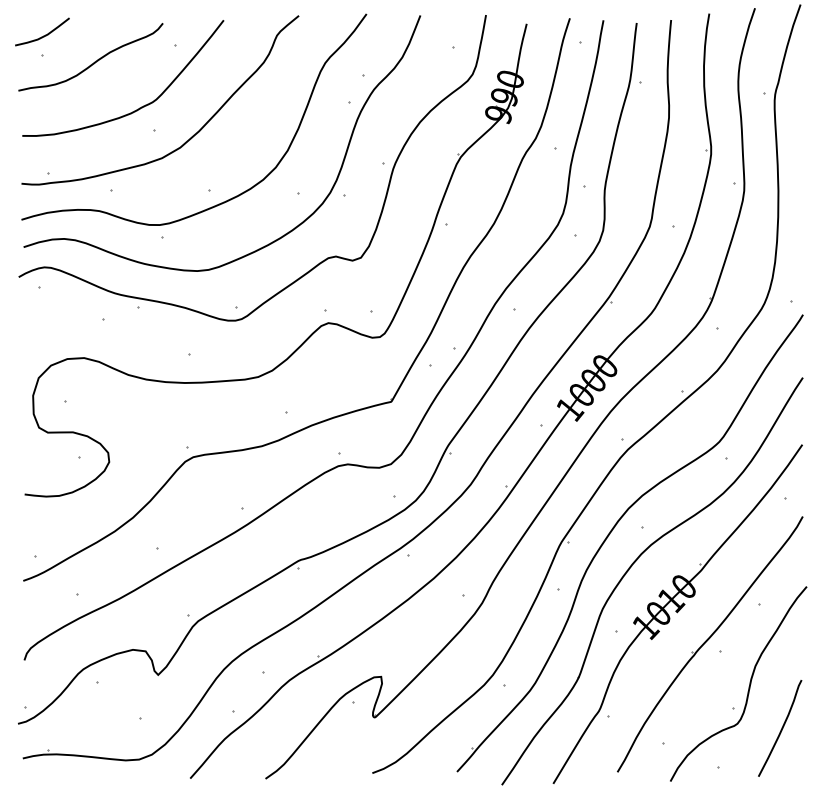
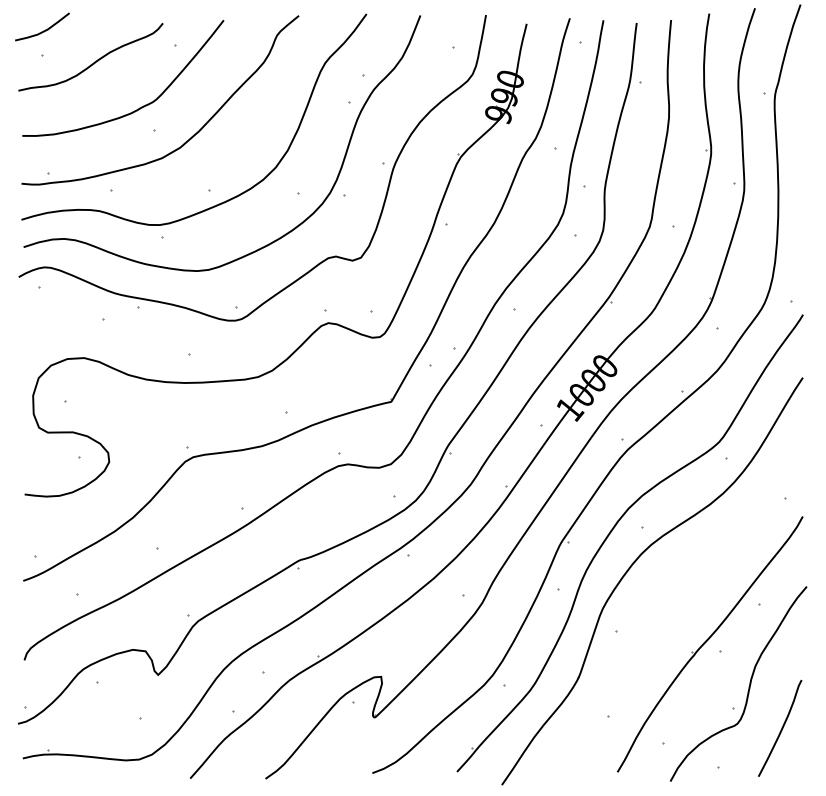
curve at (43, 35) position: (43, 35) -> (43, 30)
part at (677, 613): present -> none
